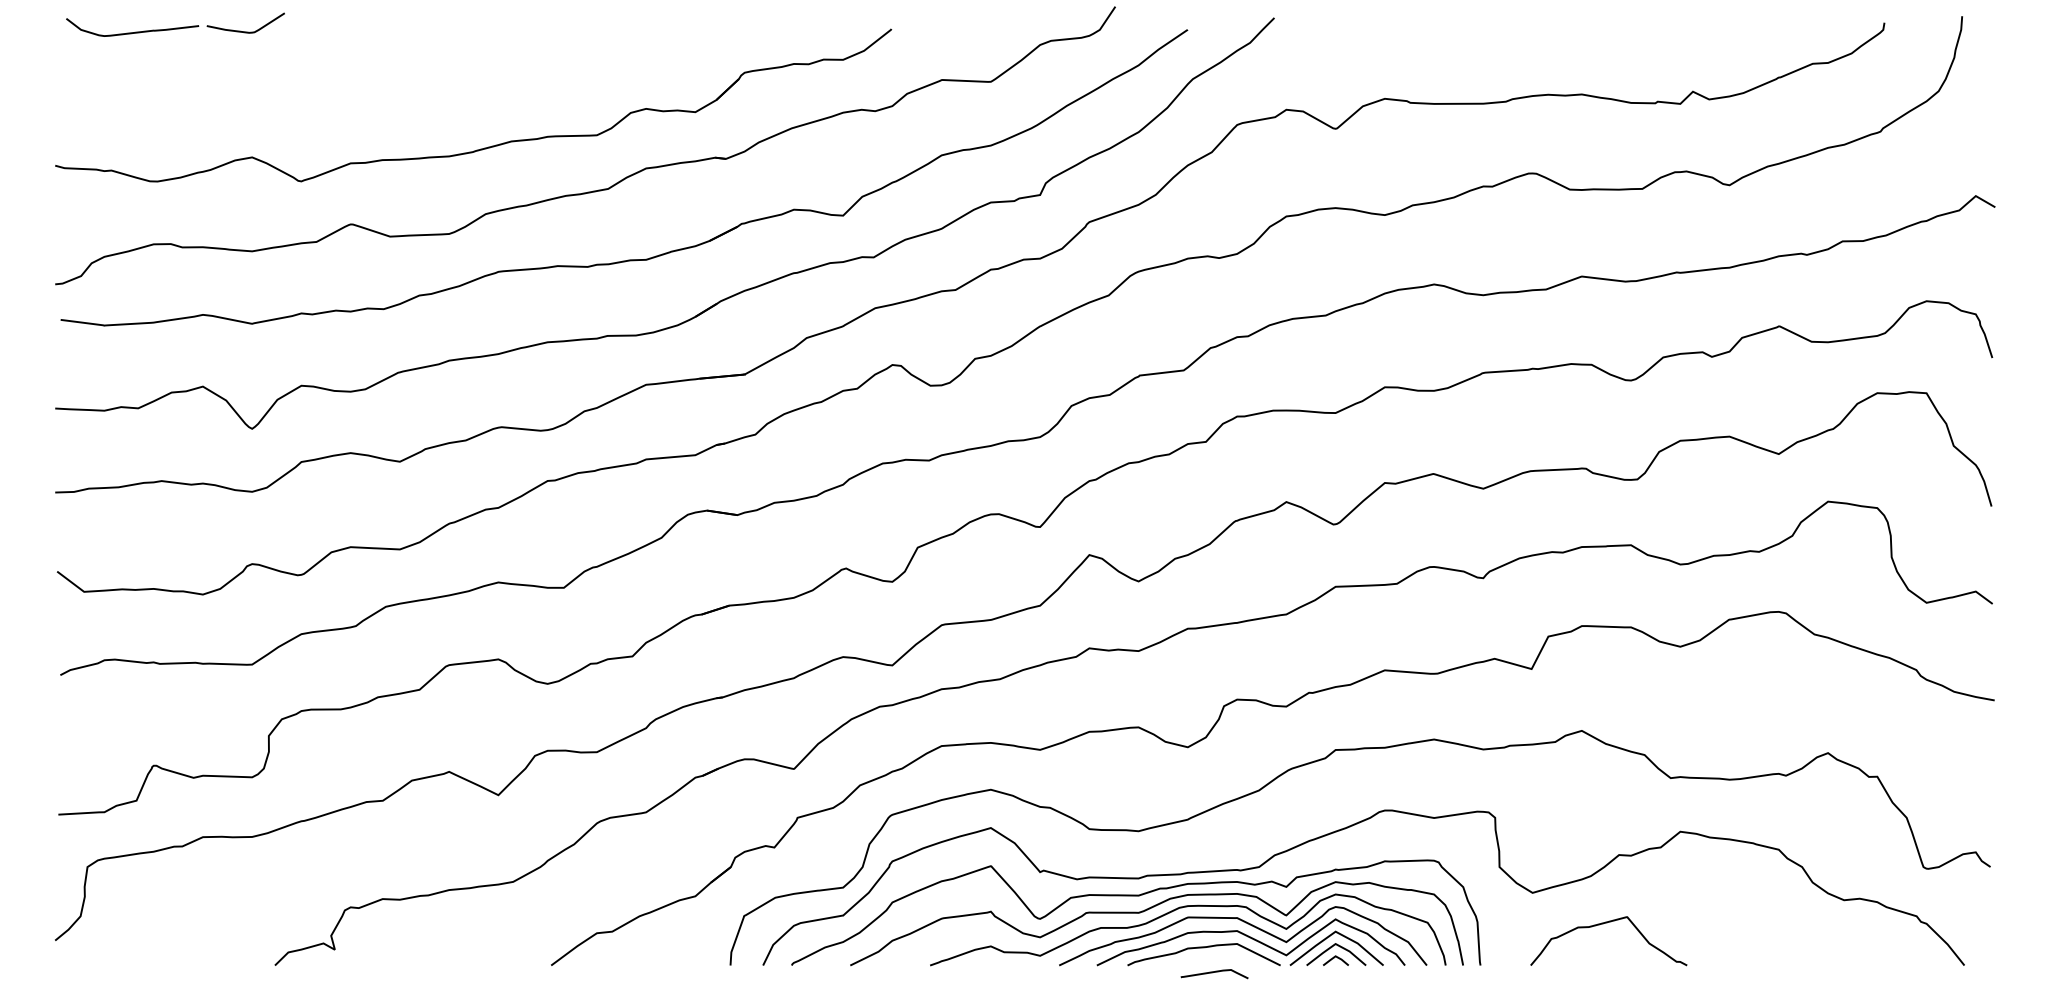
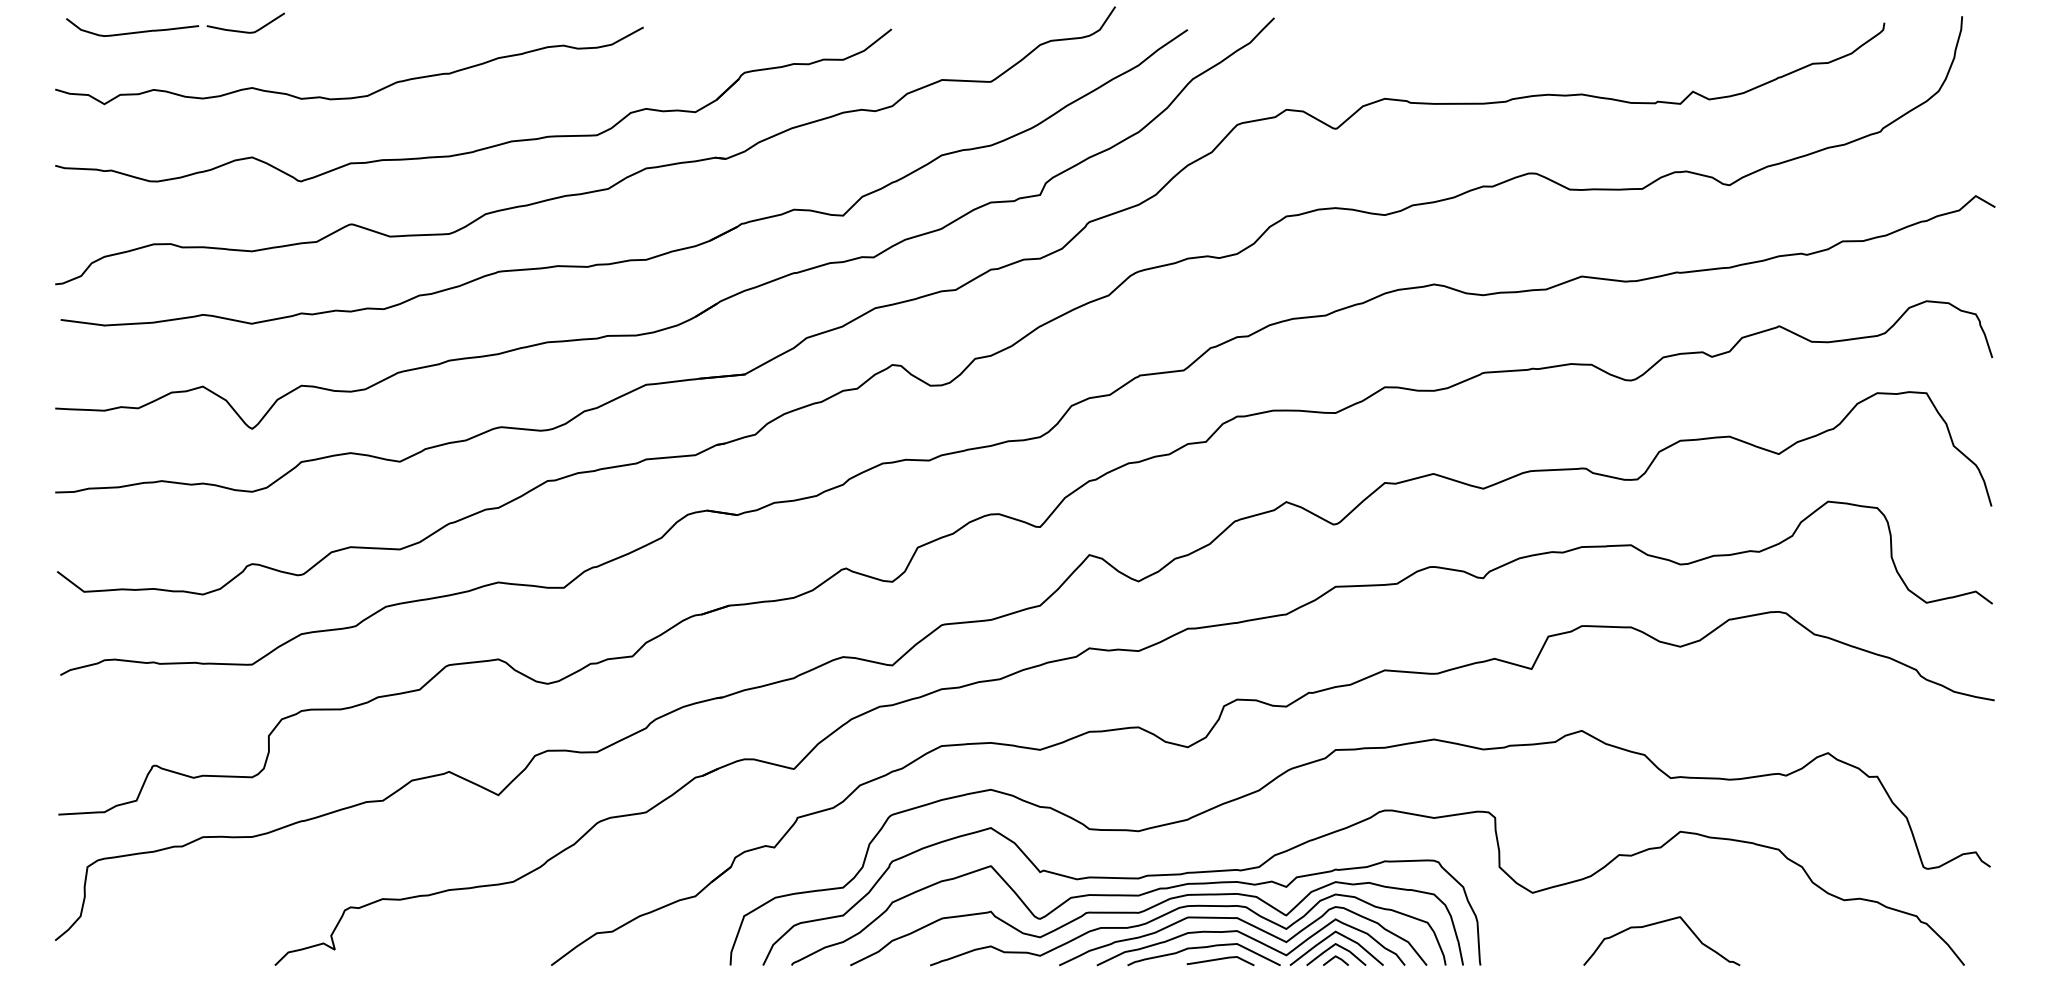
curve at (354, 96): none -> present
curve at (1603, 924) position: (1603, 924) -> (1656, 924)
curve at (1214, 972) position: (1214, 972) -> (1220, 959)
